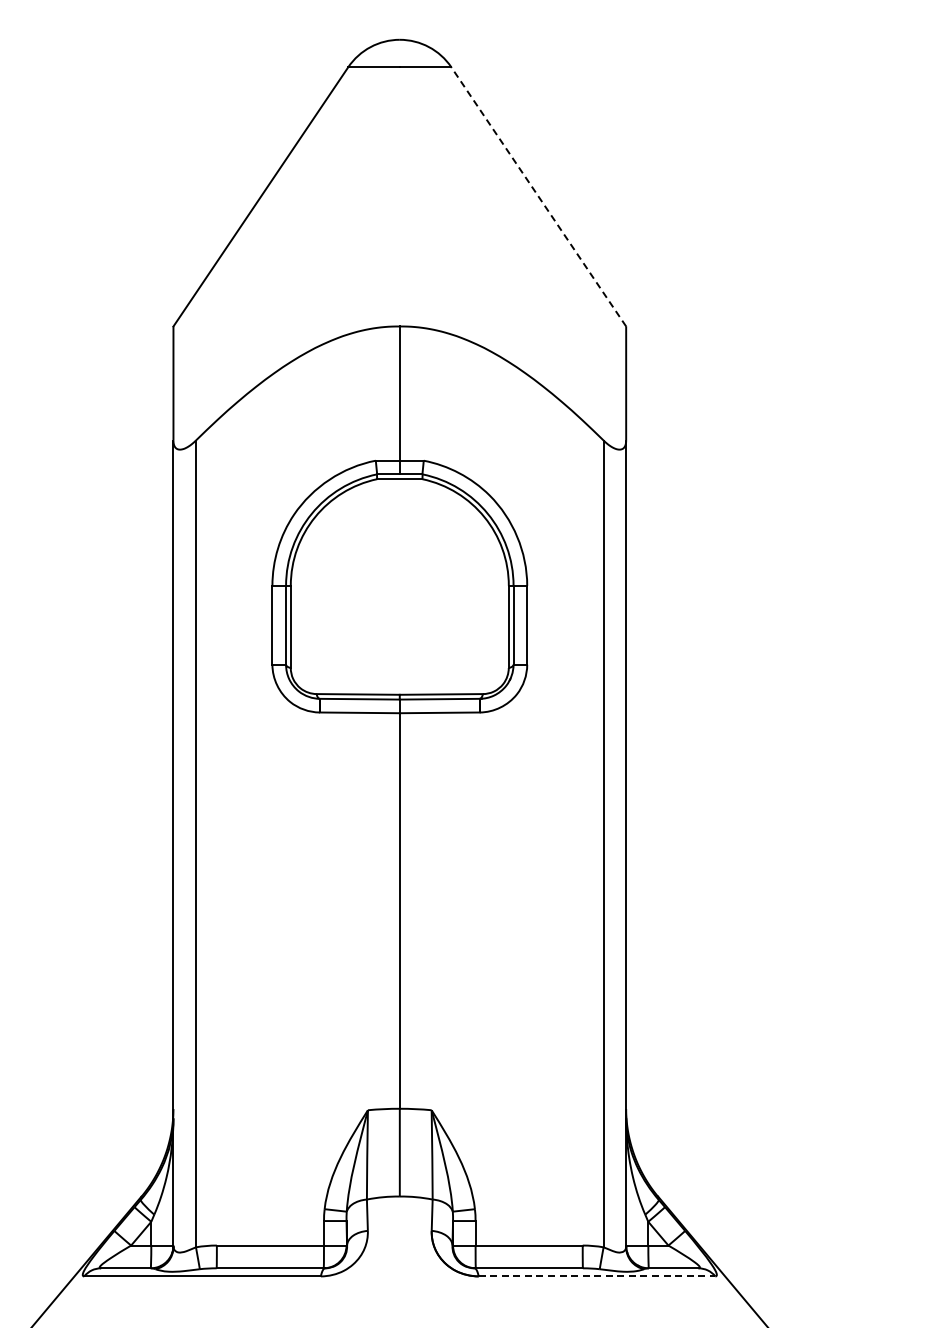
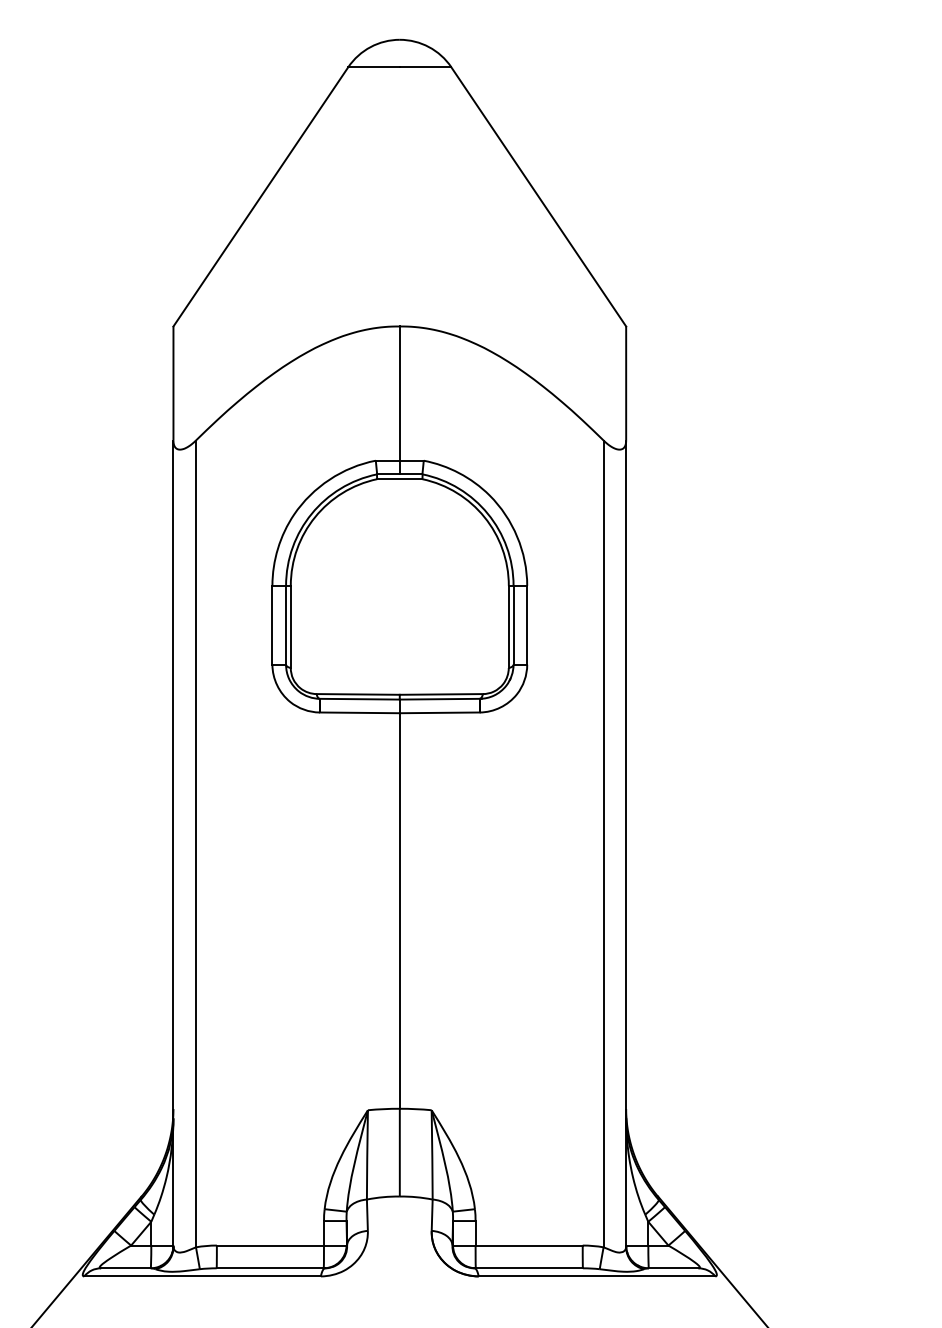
line at (538, 196): dashed -> solid
line at (597, 1276): dashed -> solid
